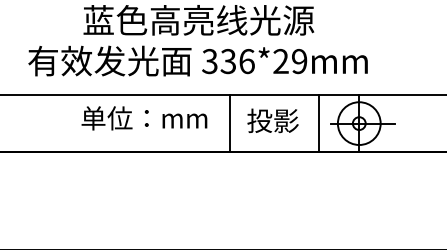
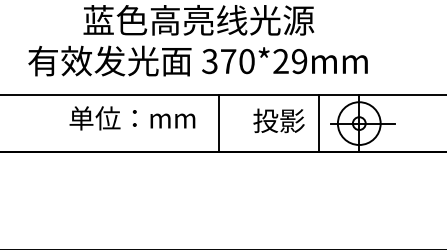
text at (237, 61): 336*29mm -> 370*29mm
text at (144, 118) position: (144, 118) -> (132, 118)
text at (272, 120) position: (272, 120) -> (278, 120)
line at (229, 123) position: (229, 123) -> (218, 123)
